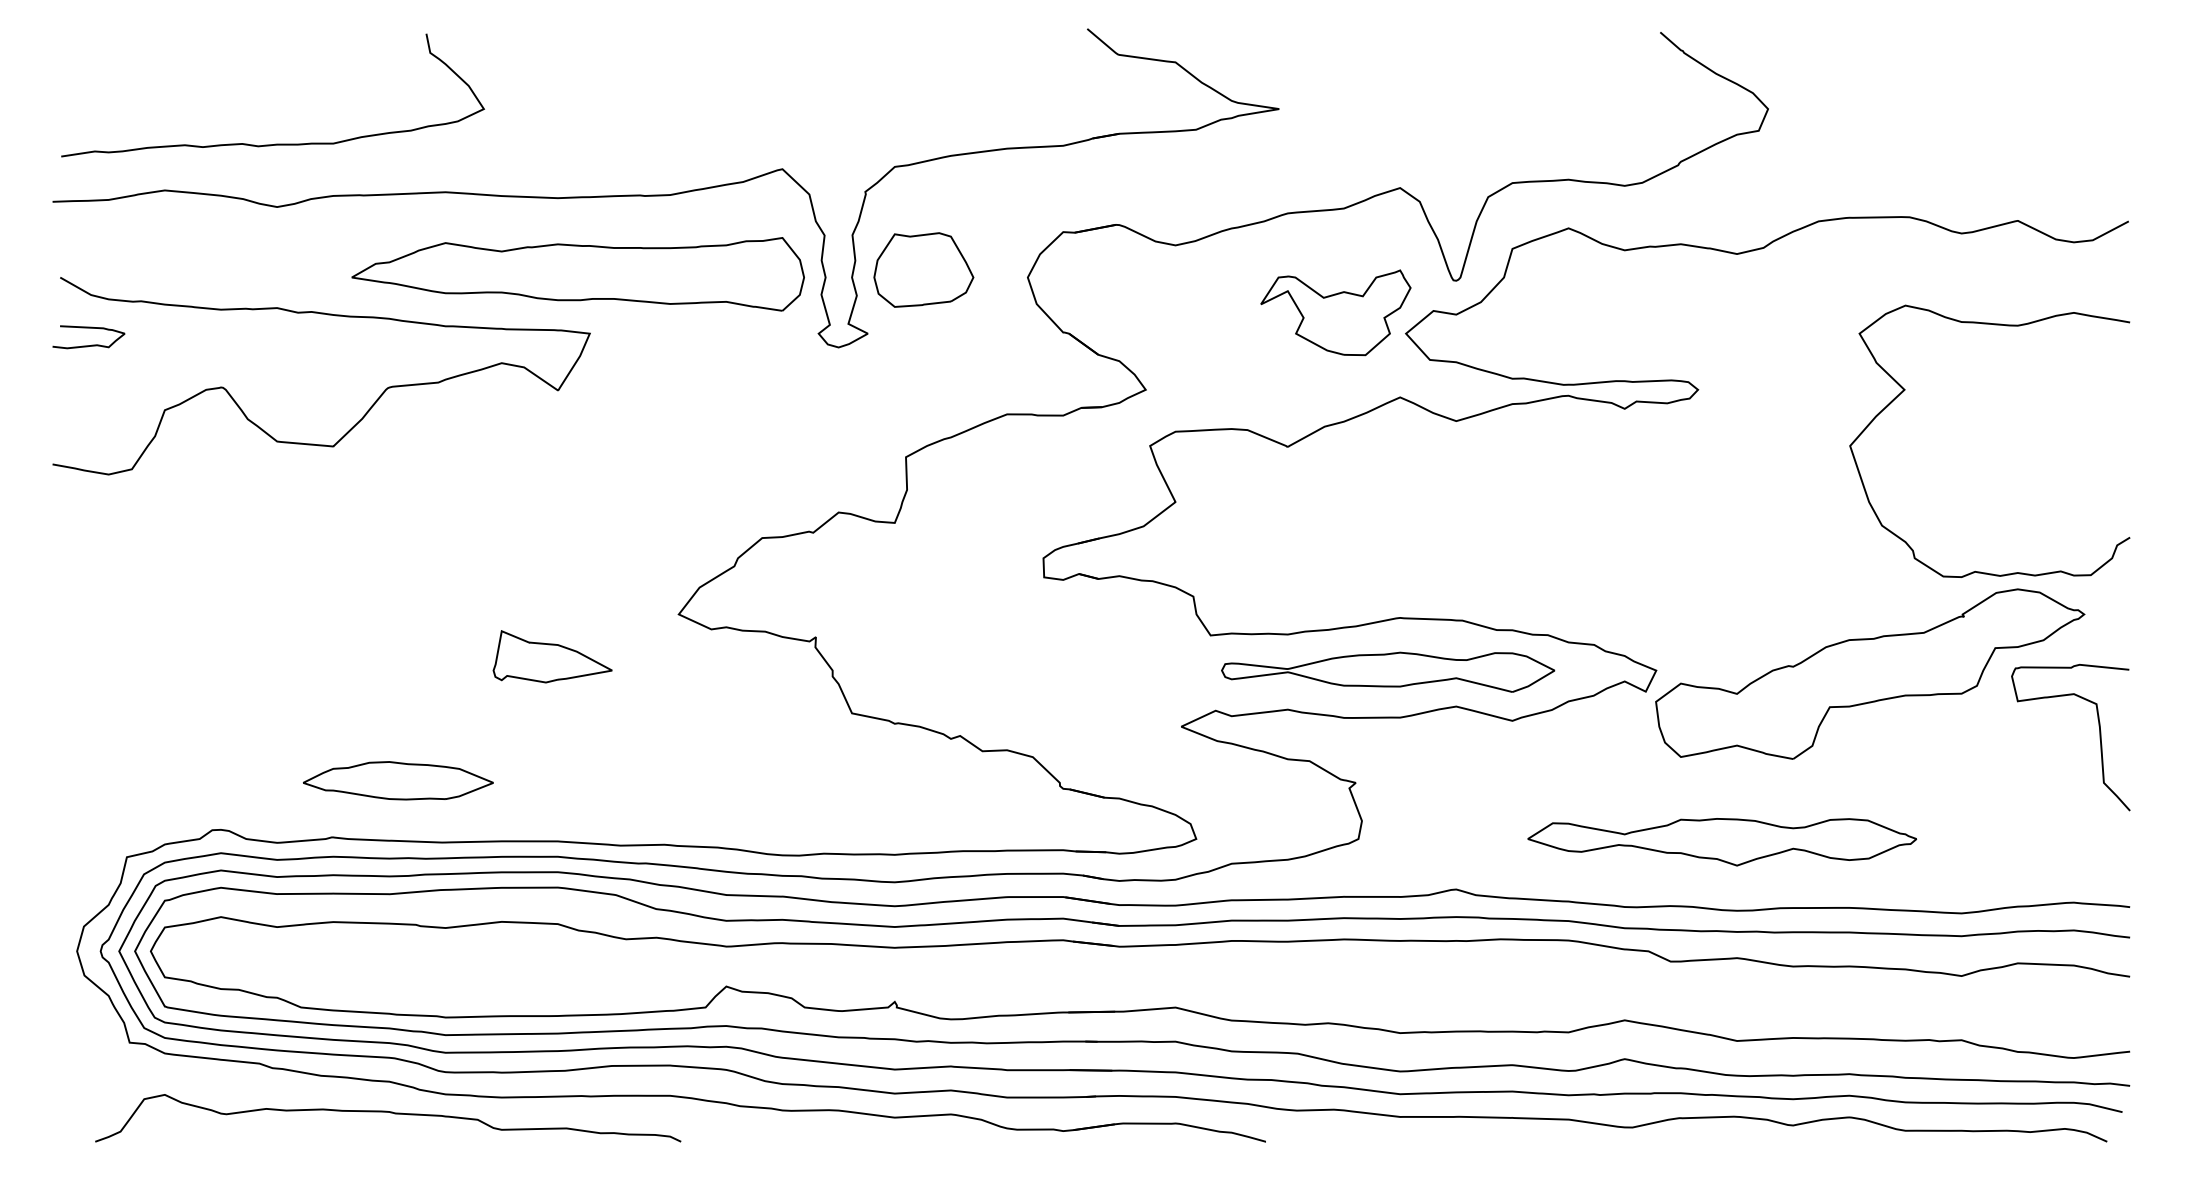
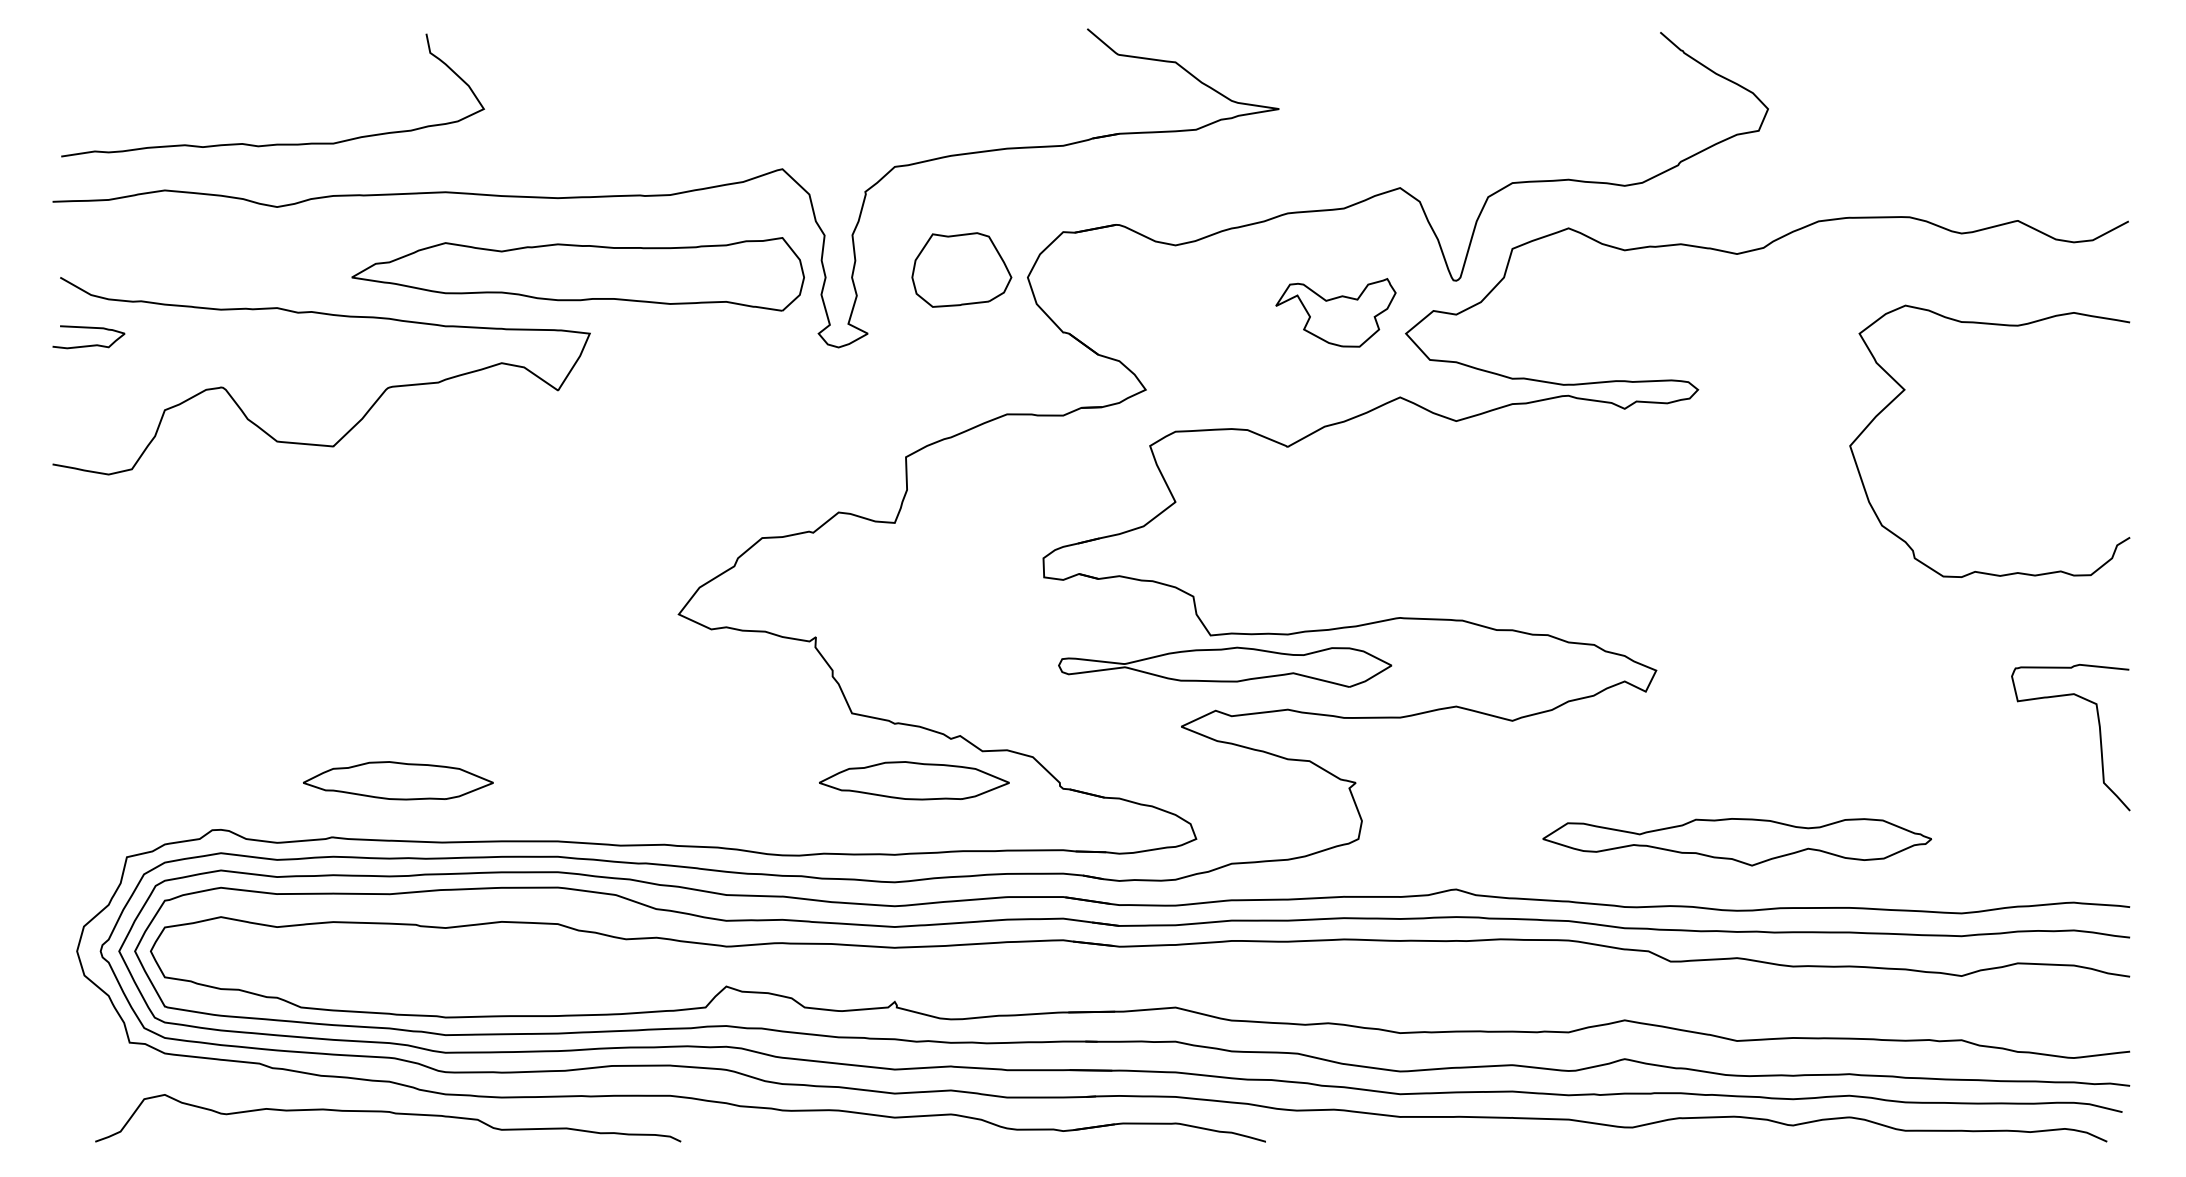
part at (923, 269) position: (923, 269) -> (961, 269)
part at (1335, 312) size: 152x88 px -> 122x70 px
part at (552, 656): present -> none
part at (1388, 671) position: (1388, 671) -> (1225, 666)
part at (1870, 673): present -> none
part at (914, 780): none -> present
part at (1722, 842) position: (1722, 842) -> (1737, 842)
